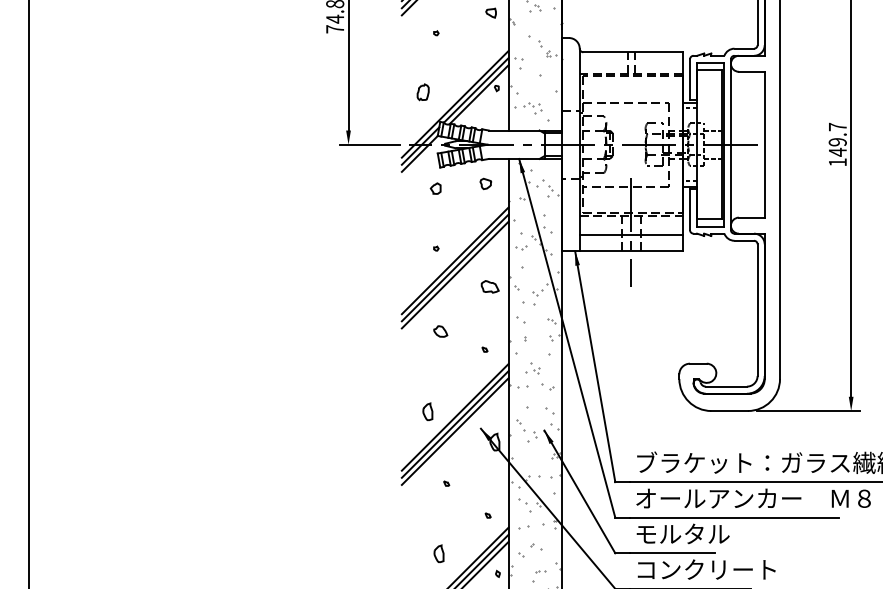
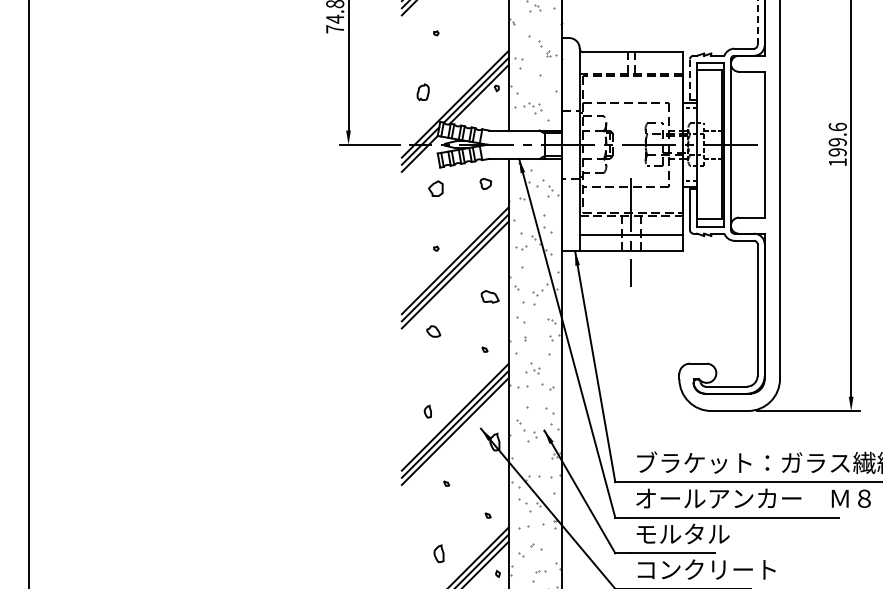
part at (490, 12): present -> none
line at (757, 22): solid -> dashed
line at (690, 79): solid -> dashed
text at (837, 139): 149.7 -> 199.6
part at (435, 188) size: 13x13 px -> 16x17 px
part at (489, 286) position: (489, 286) -> (489, 296)
part at (440, 331) position: (440, 331) -> (433, 331)
part at (427, 411) size: 12x19 px -> 9x15 px
